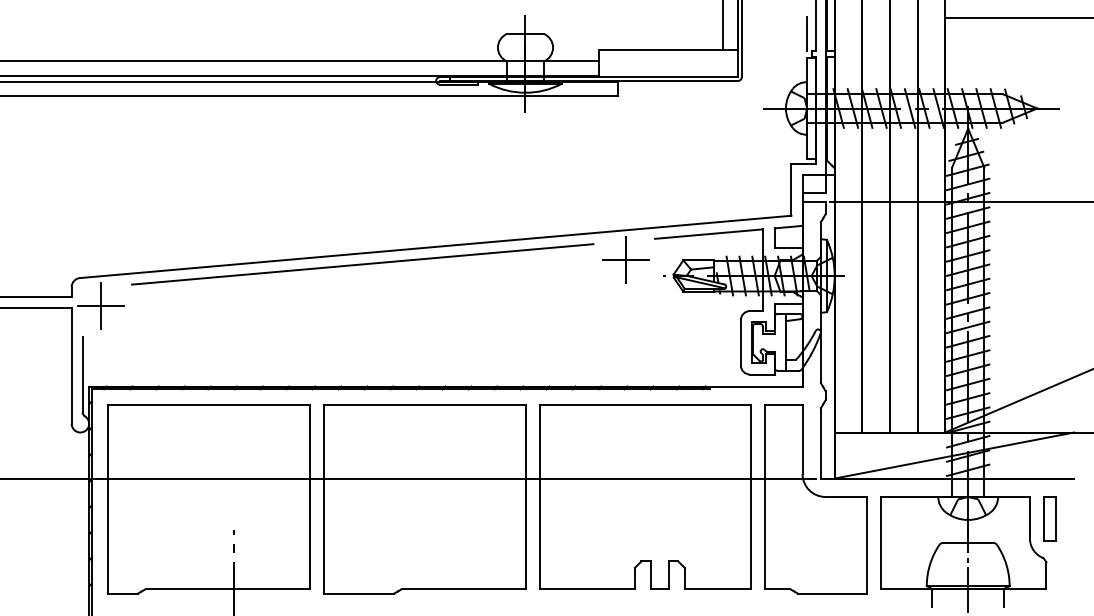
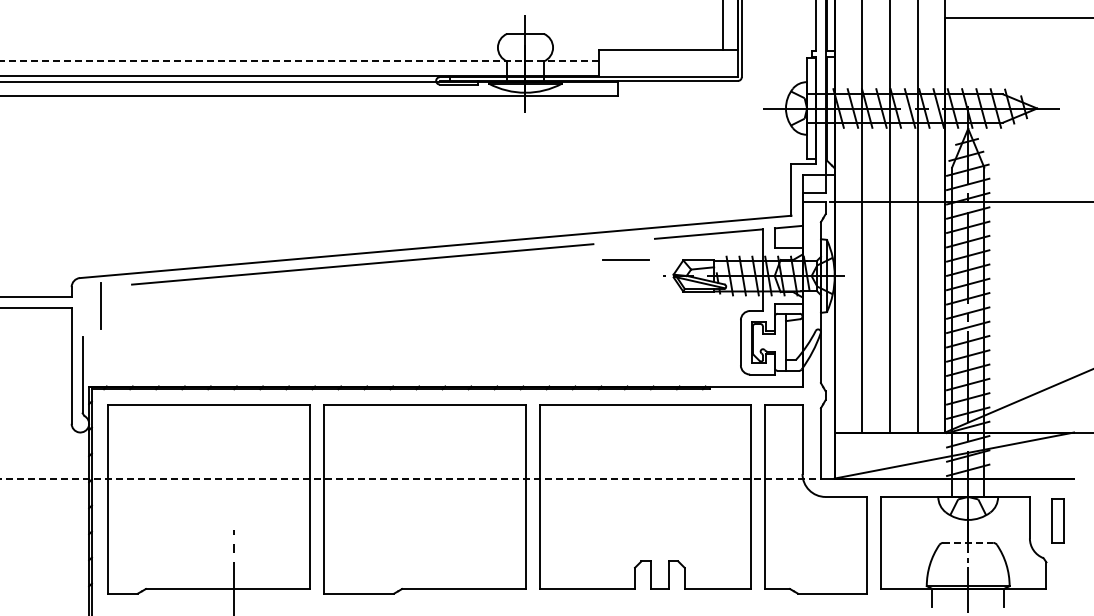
line at (807, 33): present -> none
line at (299, 61): solid -> dashed
line at (625, 260): present -> none
line at (101, 306): present -> none
line at (408, 478): solid -> dashed
part at (1049, 518) position: (1049, 518) -> (1057, 520)
line at (968, 542): solid -> dashed
